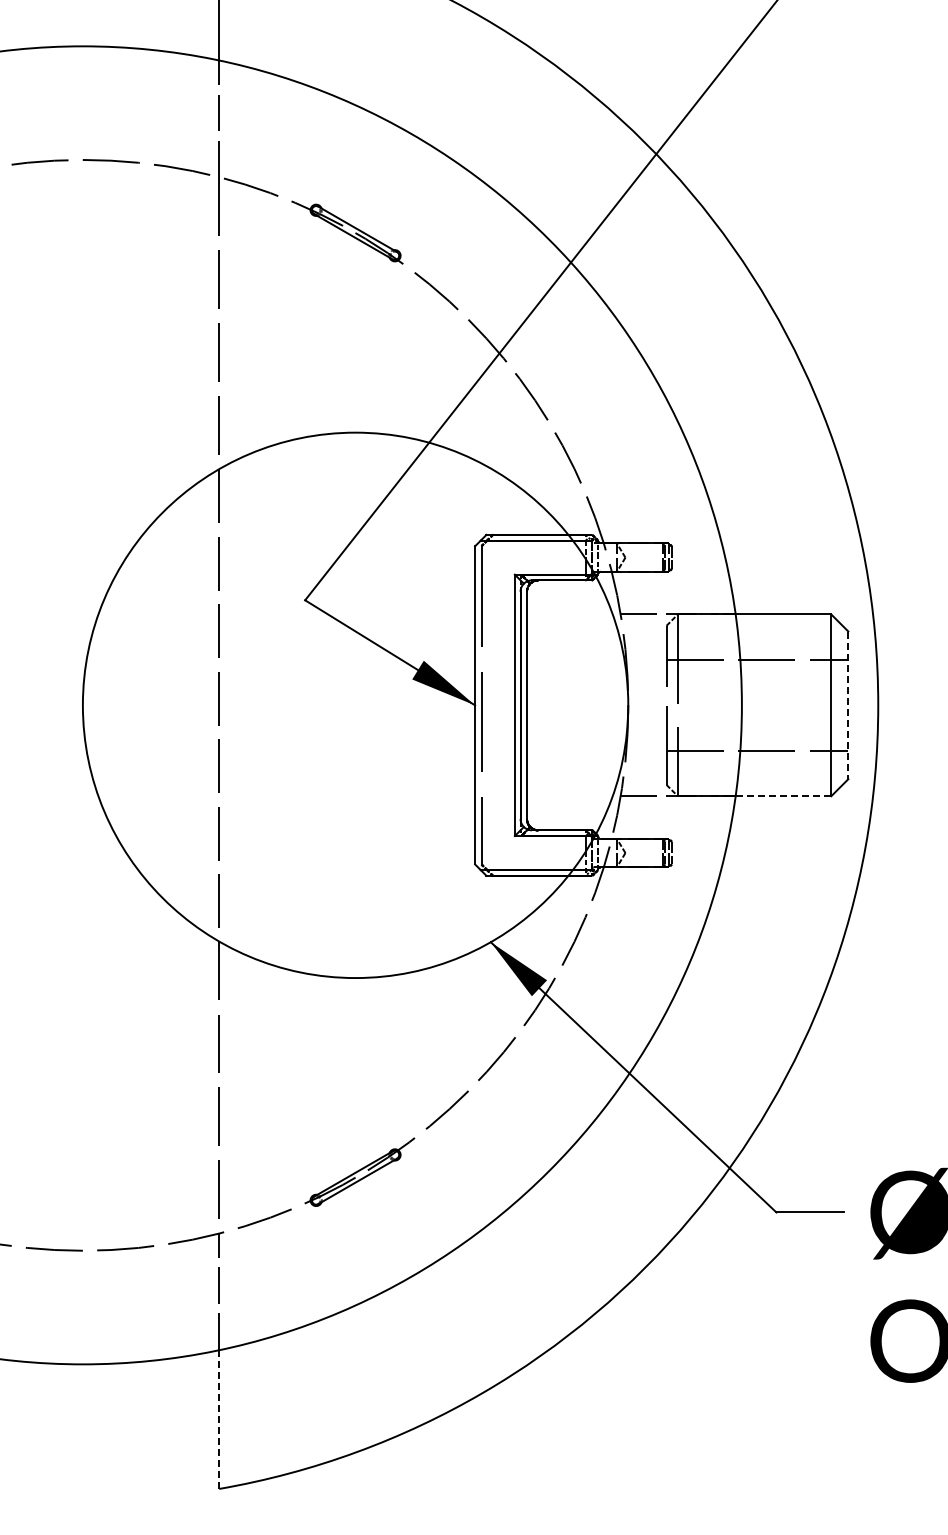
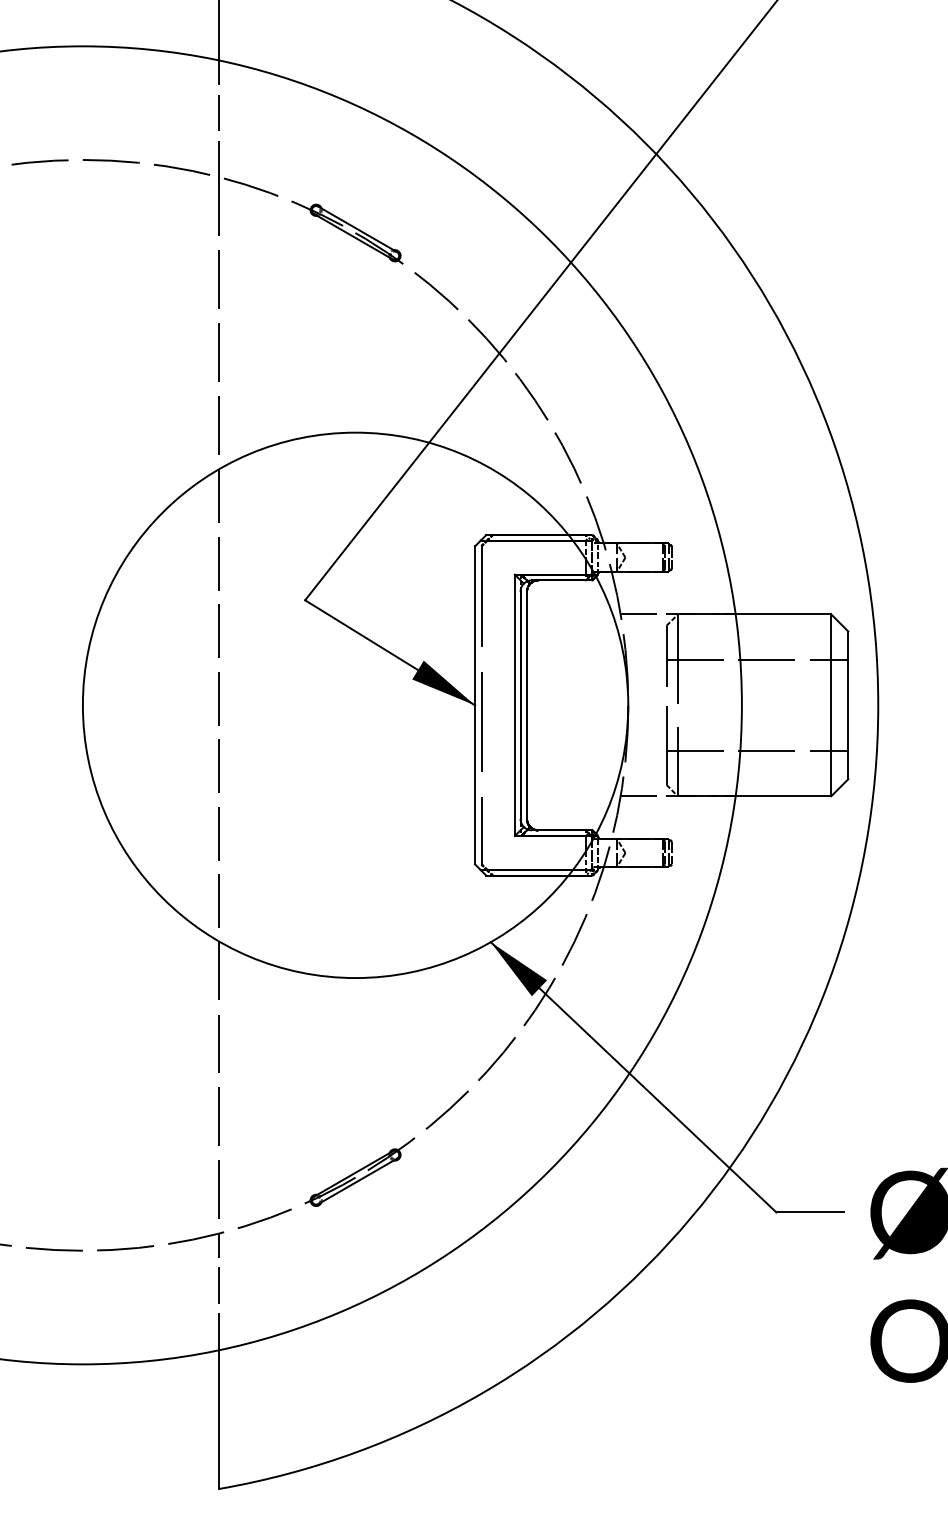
line at (848, 705): dashed -> solid
line at (783, 796): dashed -> solid
line at (219, 1420): dashed -> solid
